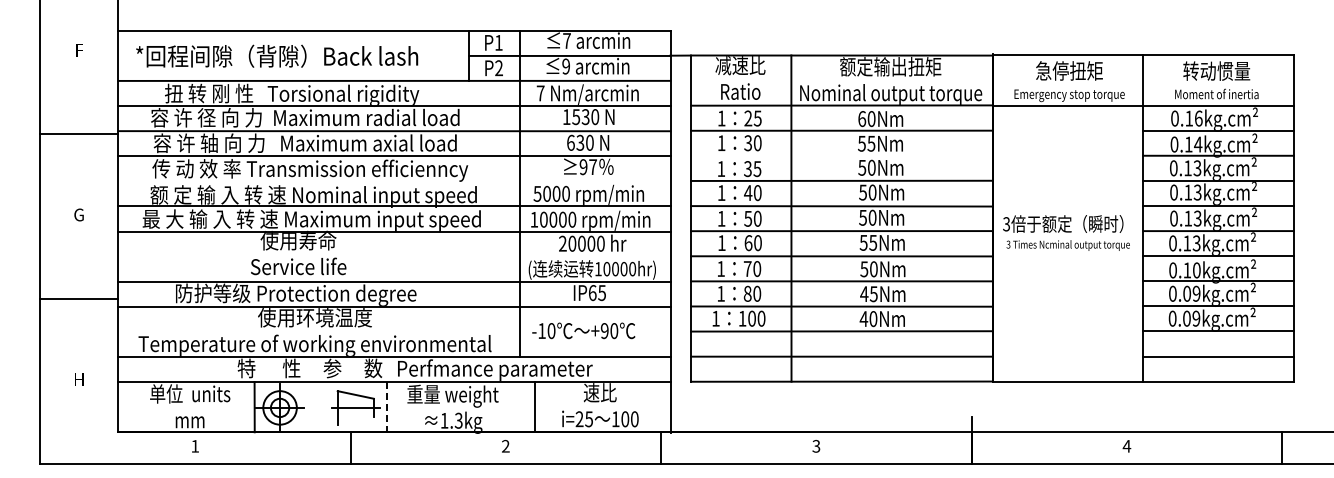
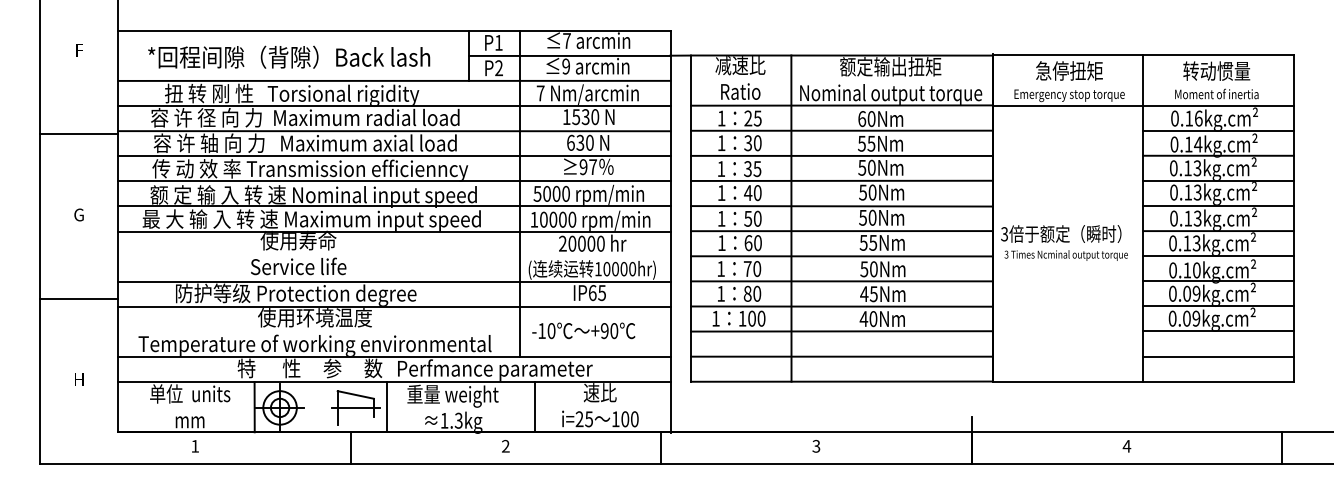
text at (277, 55) position: (277, 55) -> (289, 56)
line at (841, 155): none -> present
line at (394, 181): none -> present
text at (1066, 232) position: (1066, 232) -> (1064, 242)
line at (387, 407): dashed -> solid
